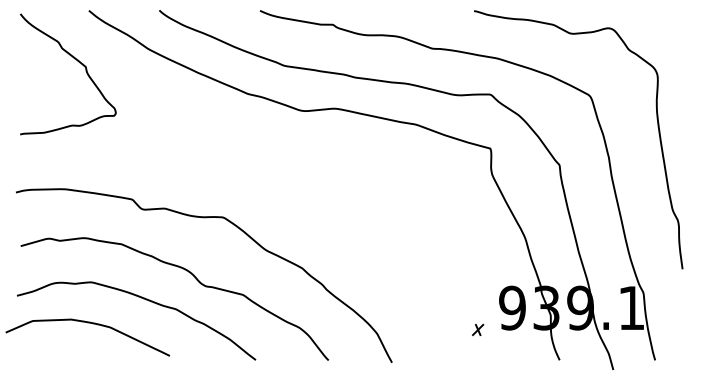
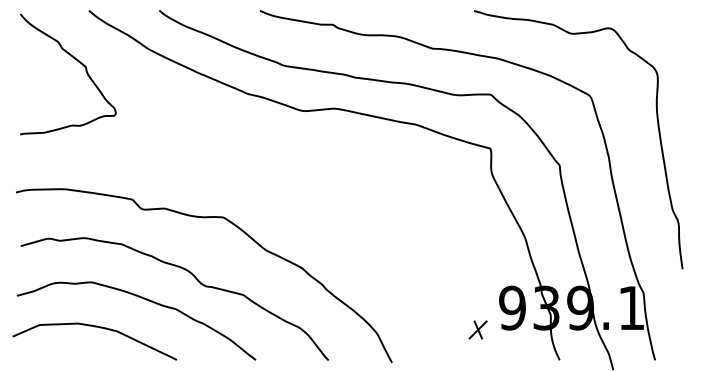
curve at (92, 324) position: (92, 324) -> (99, 328)
part at (478, 329) size: 13x13 px -> 20x20 px
